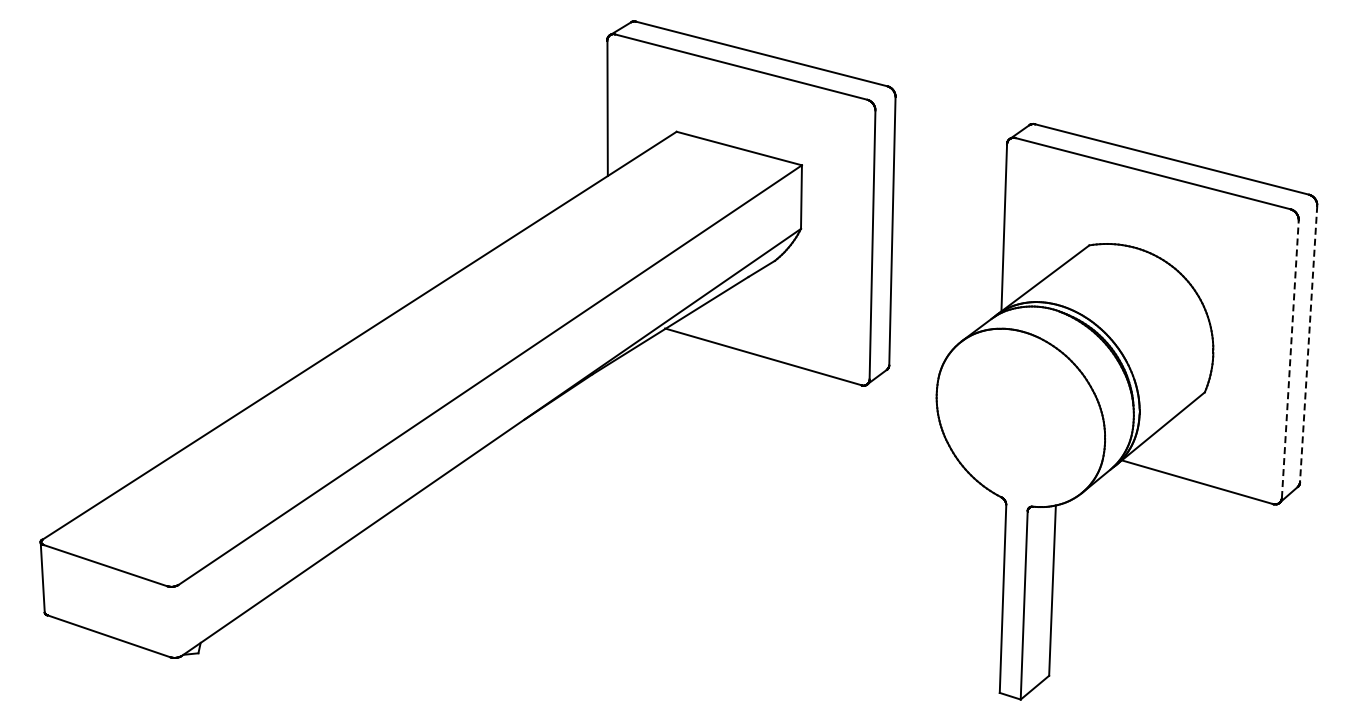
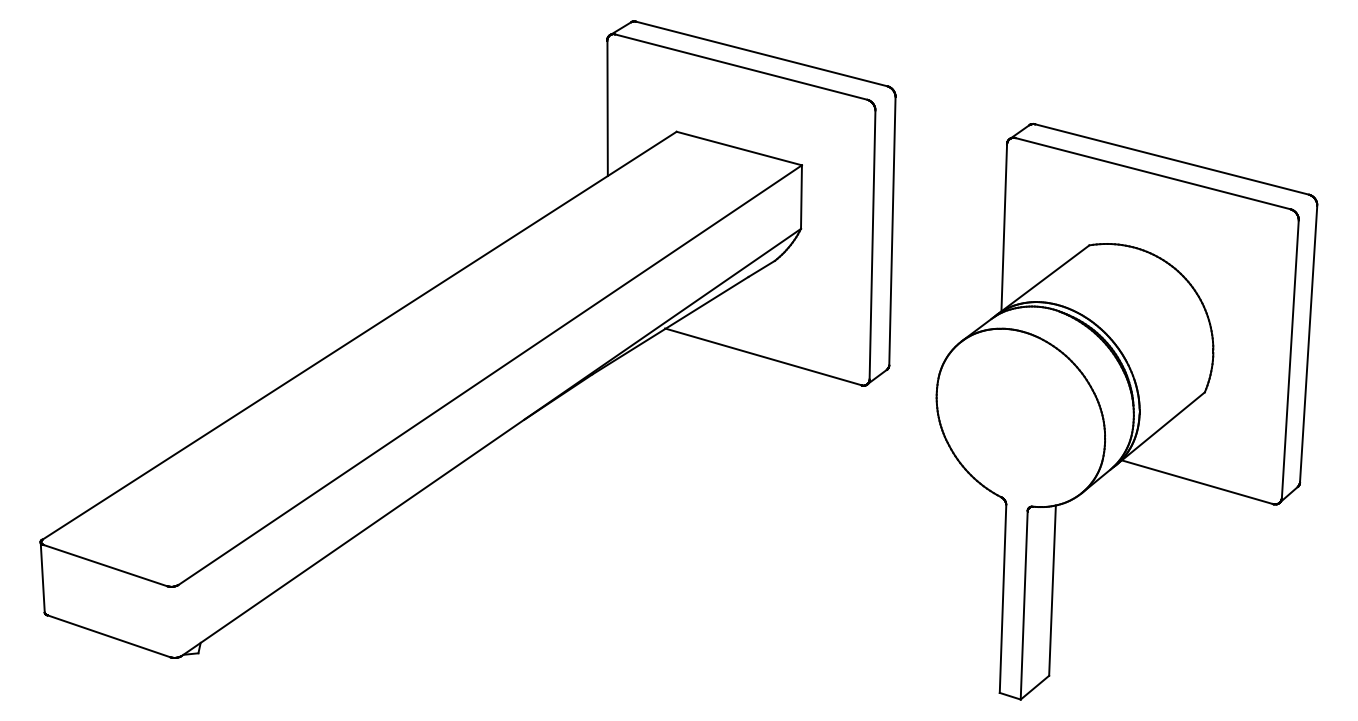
line at (1308, 344): dashed -> solid
line at (1290, 358): dashed -> solid
